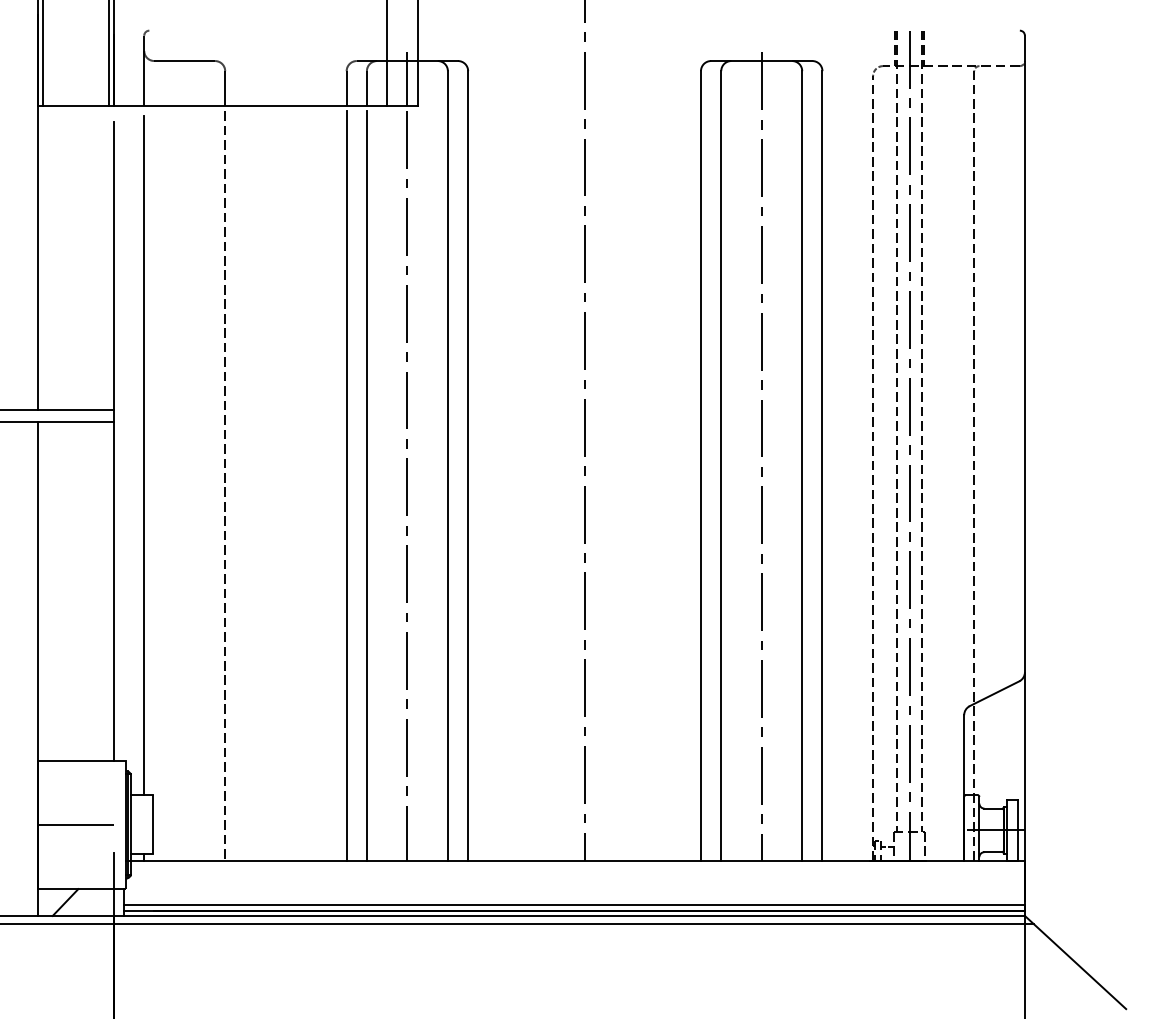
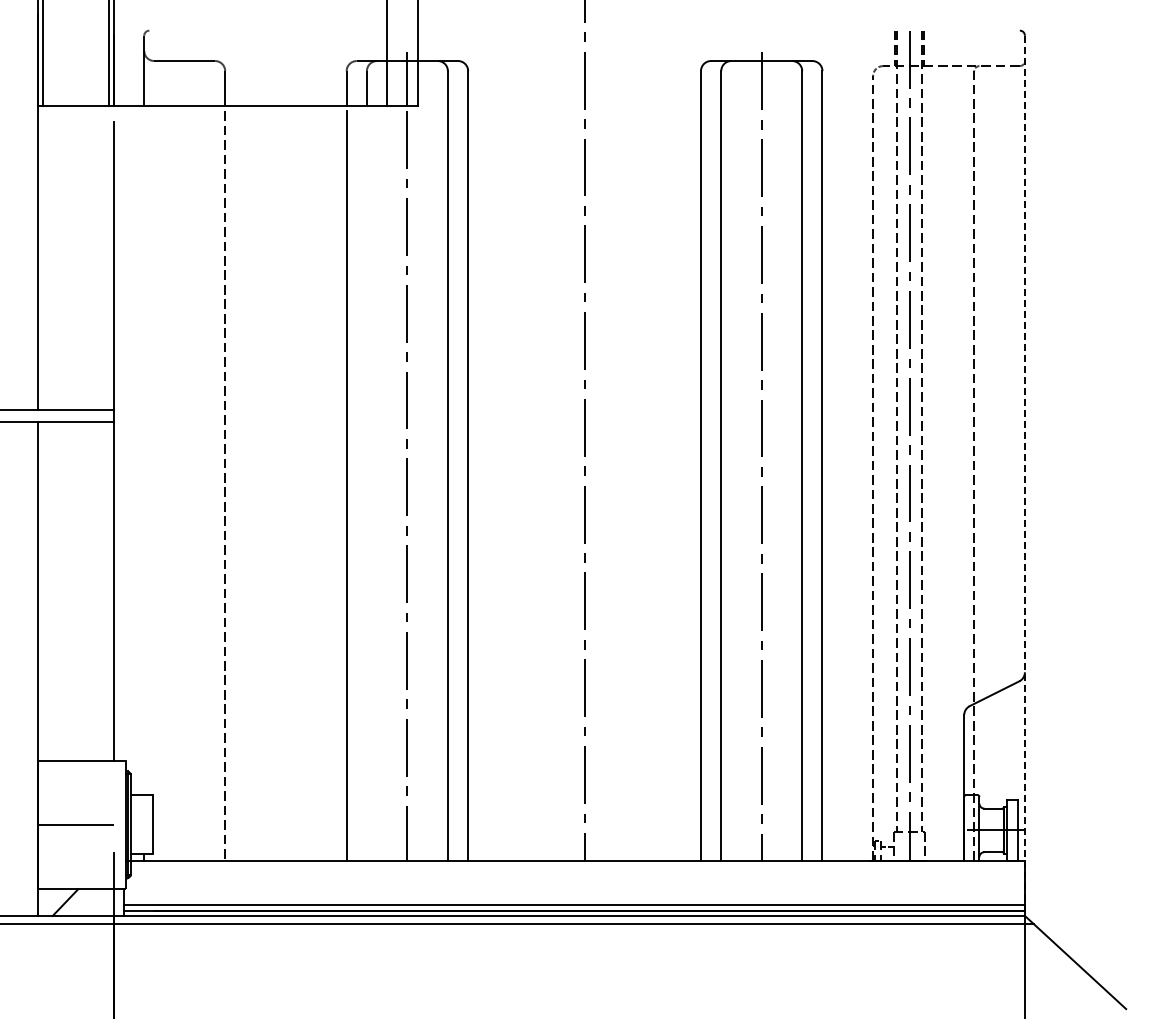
line at (144, 455): present -> none
line at (1024, 468): solid -> dashed
line at (366, 485): present -> none
